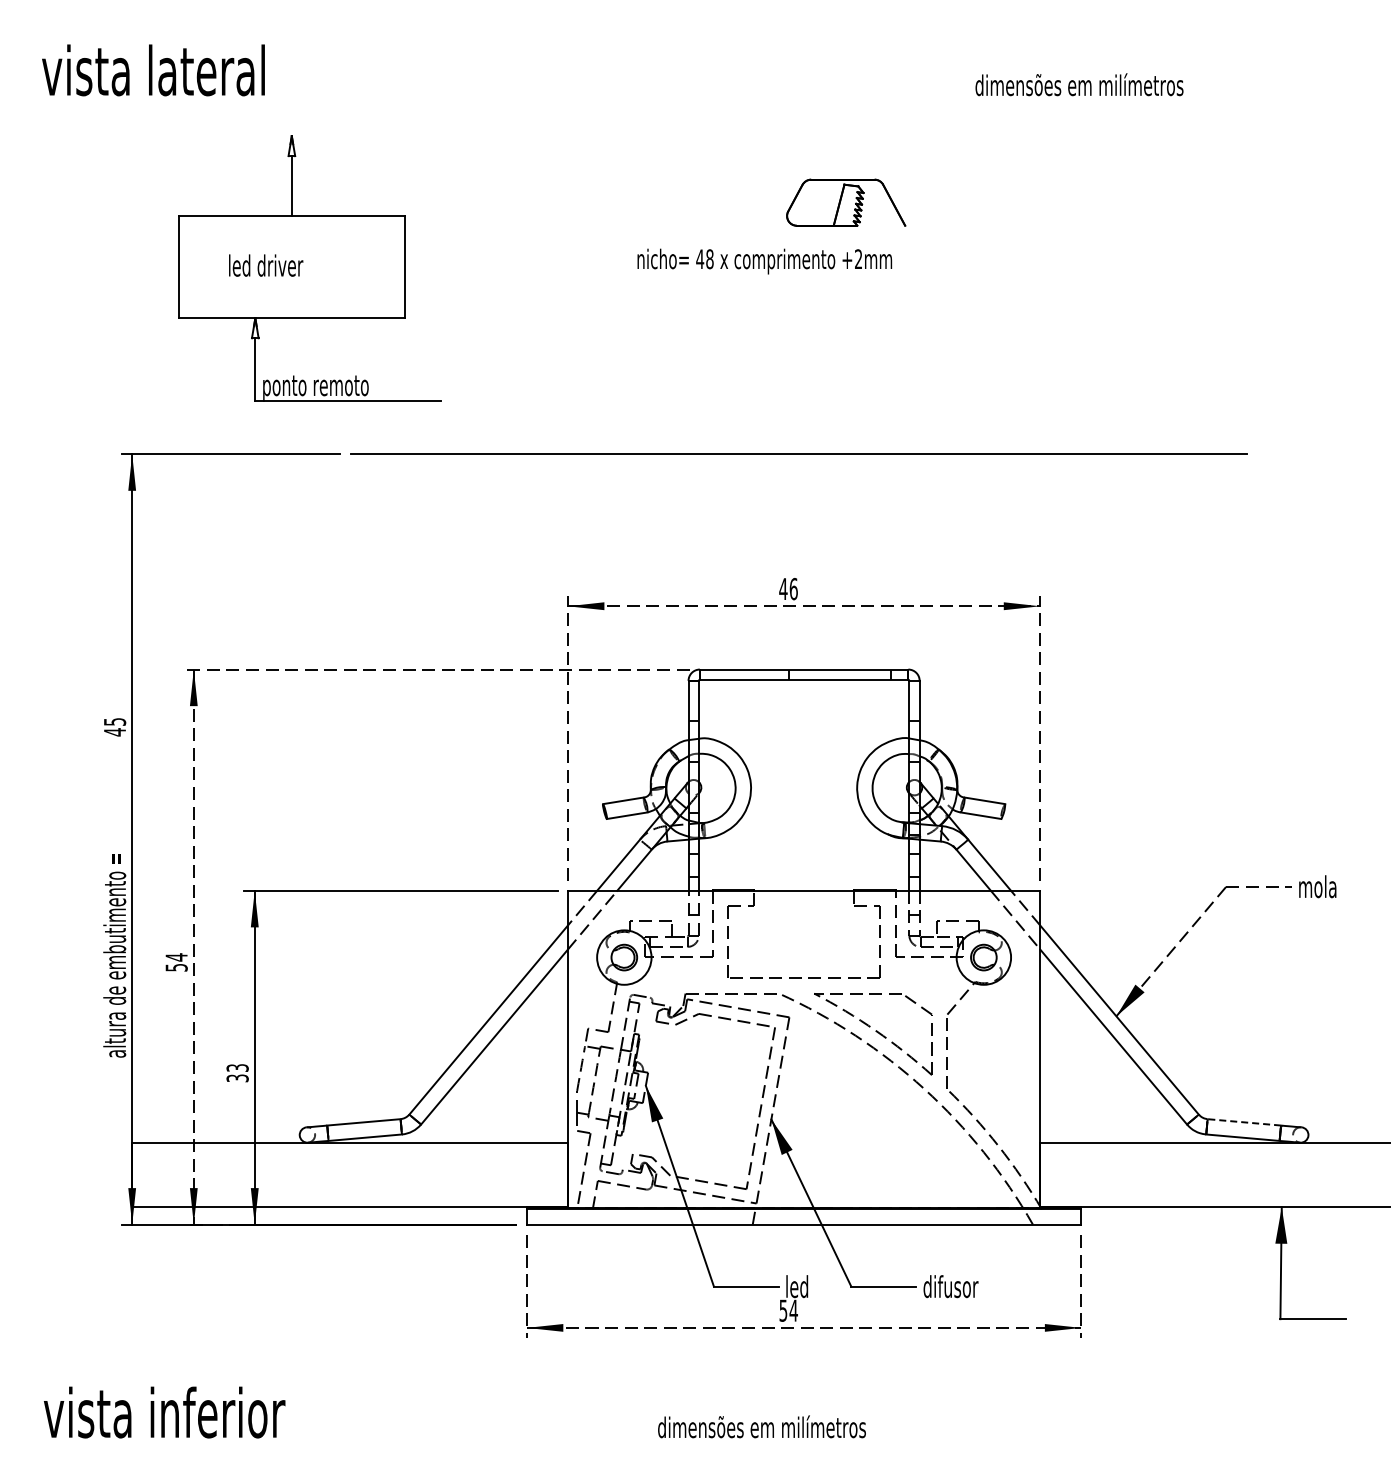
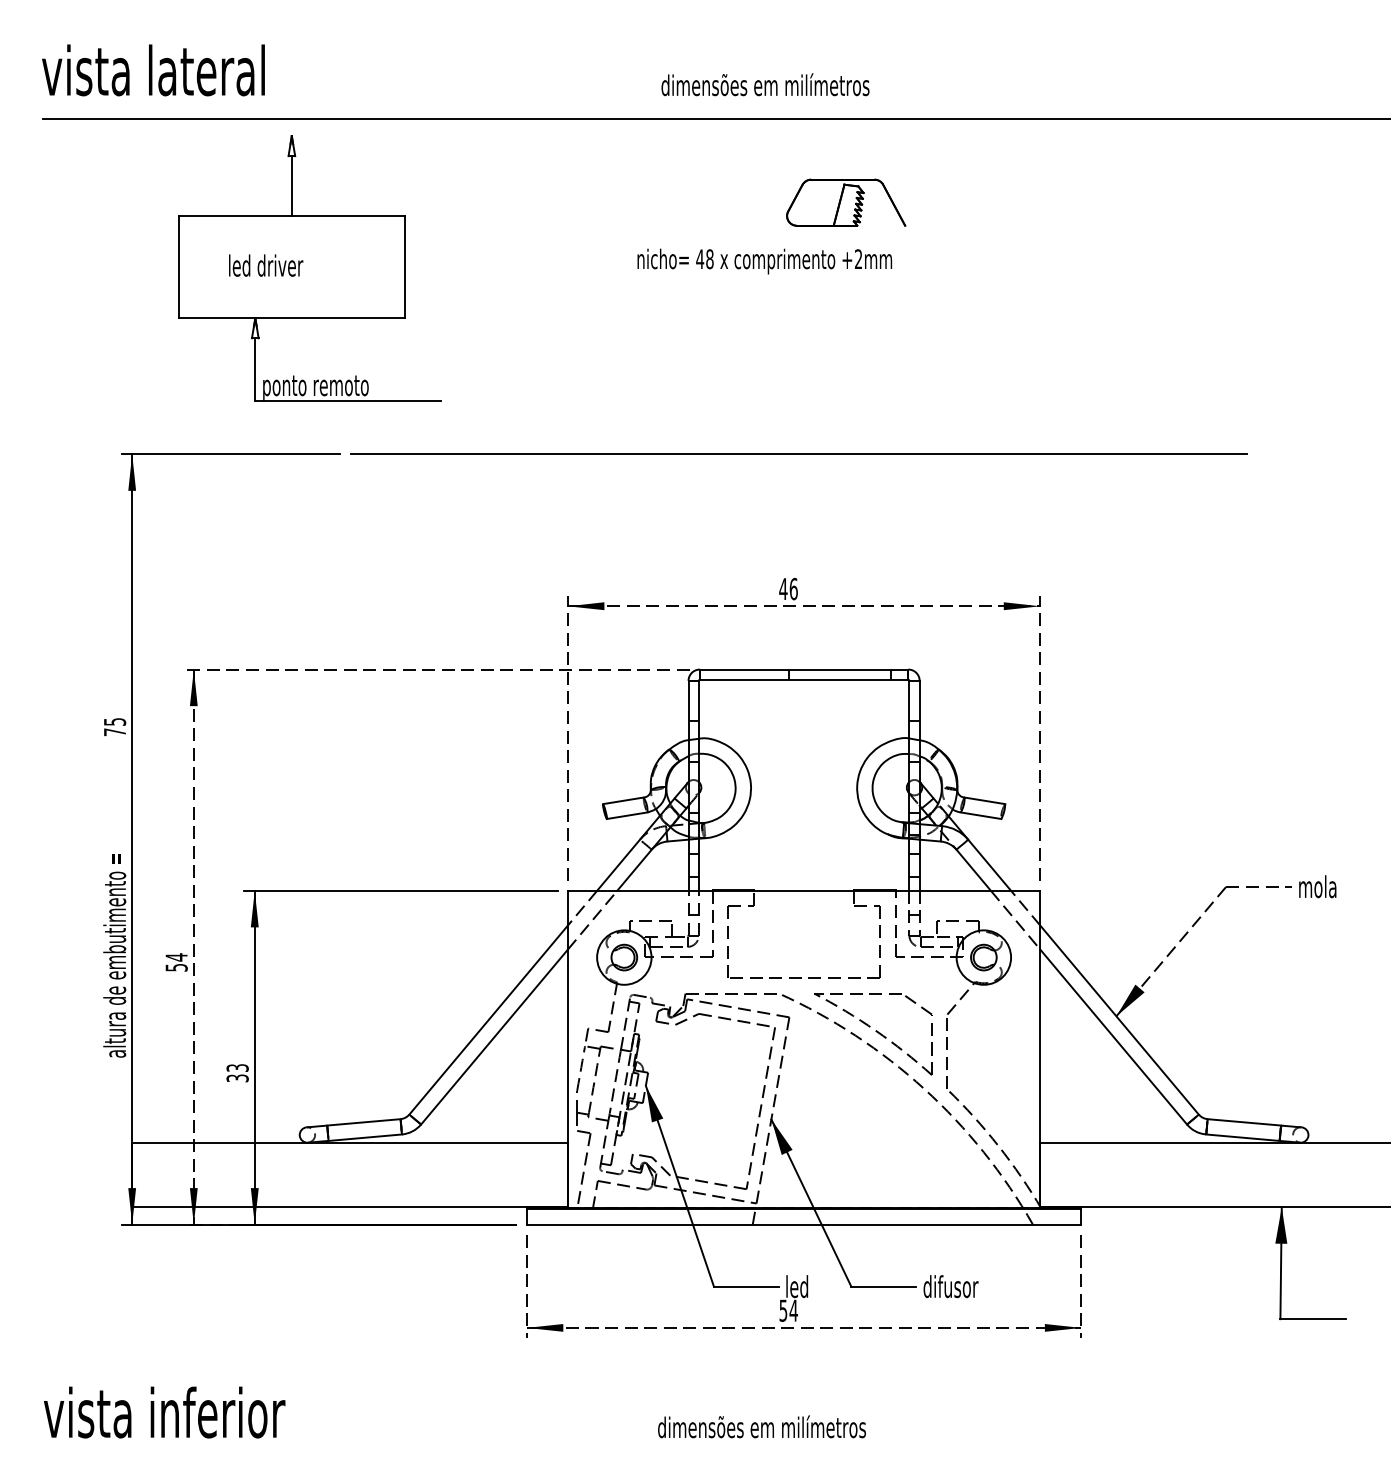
text at (1079, 84) position: (1079, 84) -> (765, 84)
line at (715, 118): none -> present
text at (114, 732): 45 -> 75
line at (1244, 1122): dashed -> solid
